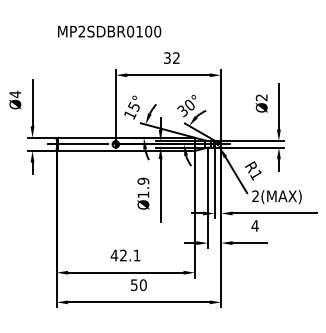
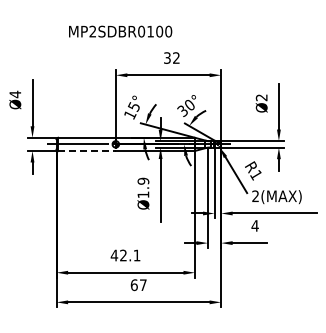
text at (109, 31) position: (109, 31) -> (120, 31)
line at (87, 150): solid -> dashed
text at (138, 285): 50 -> 67
